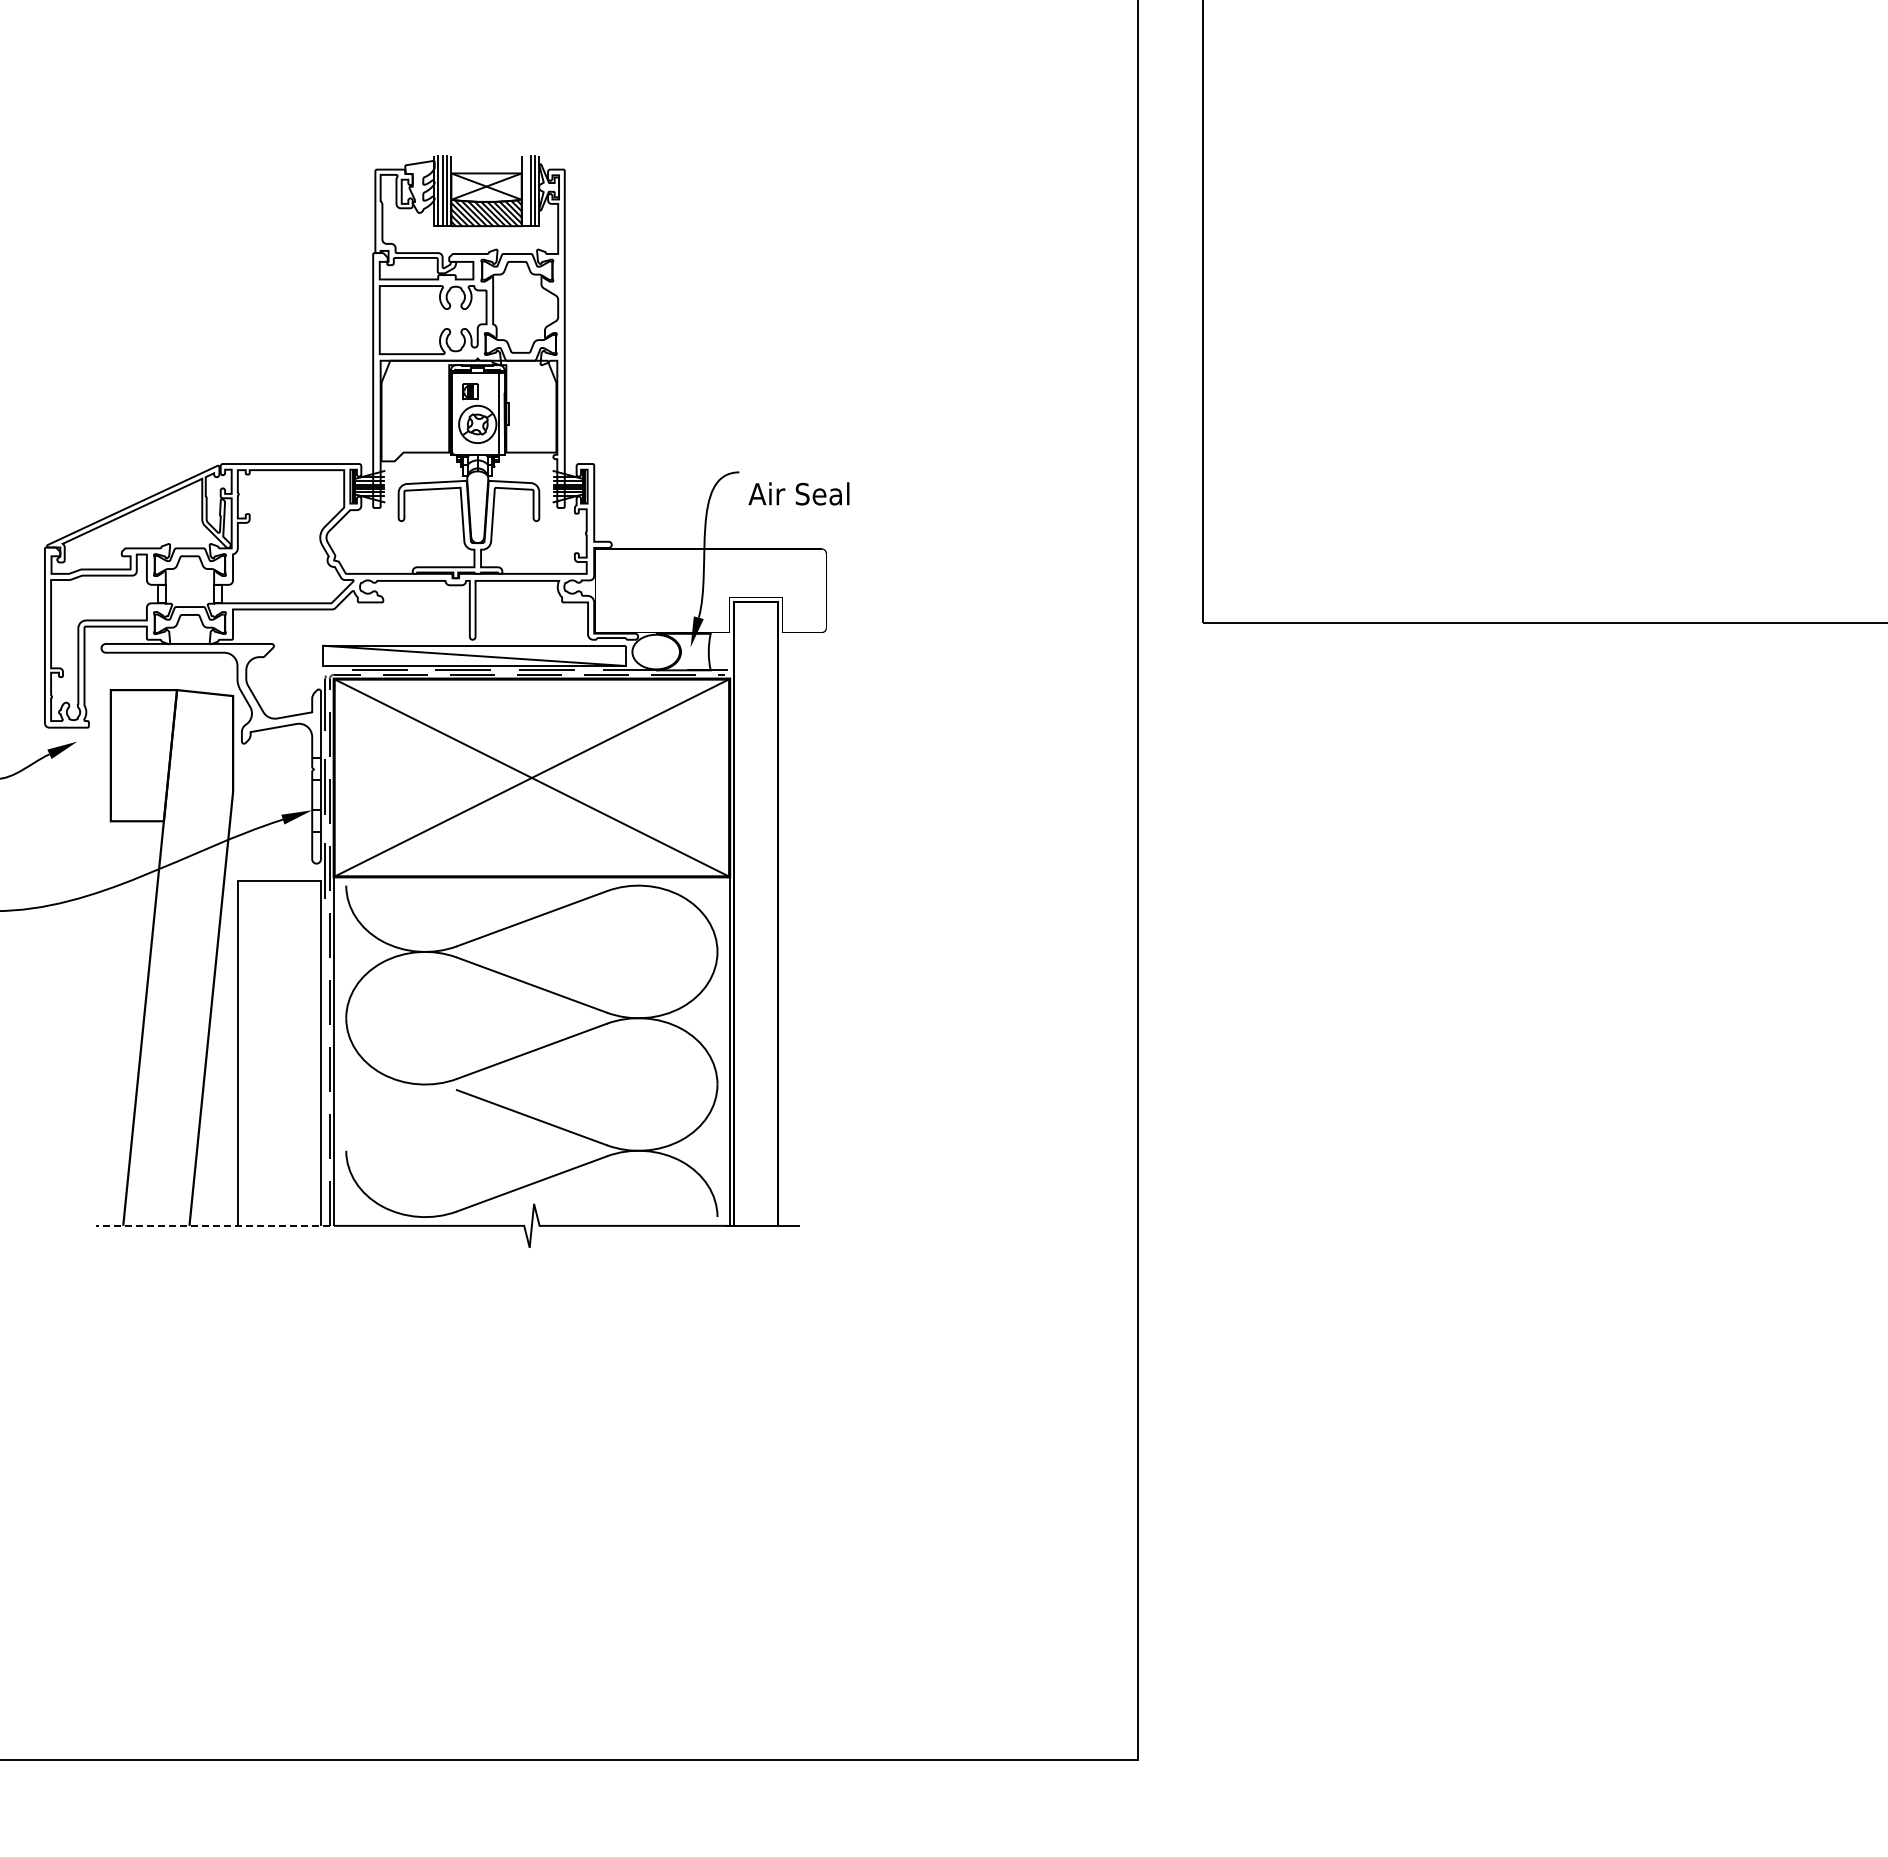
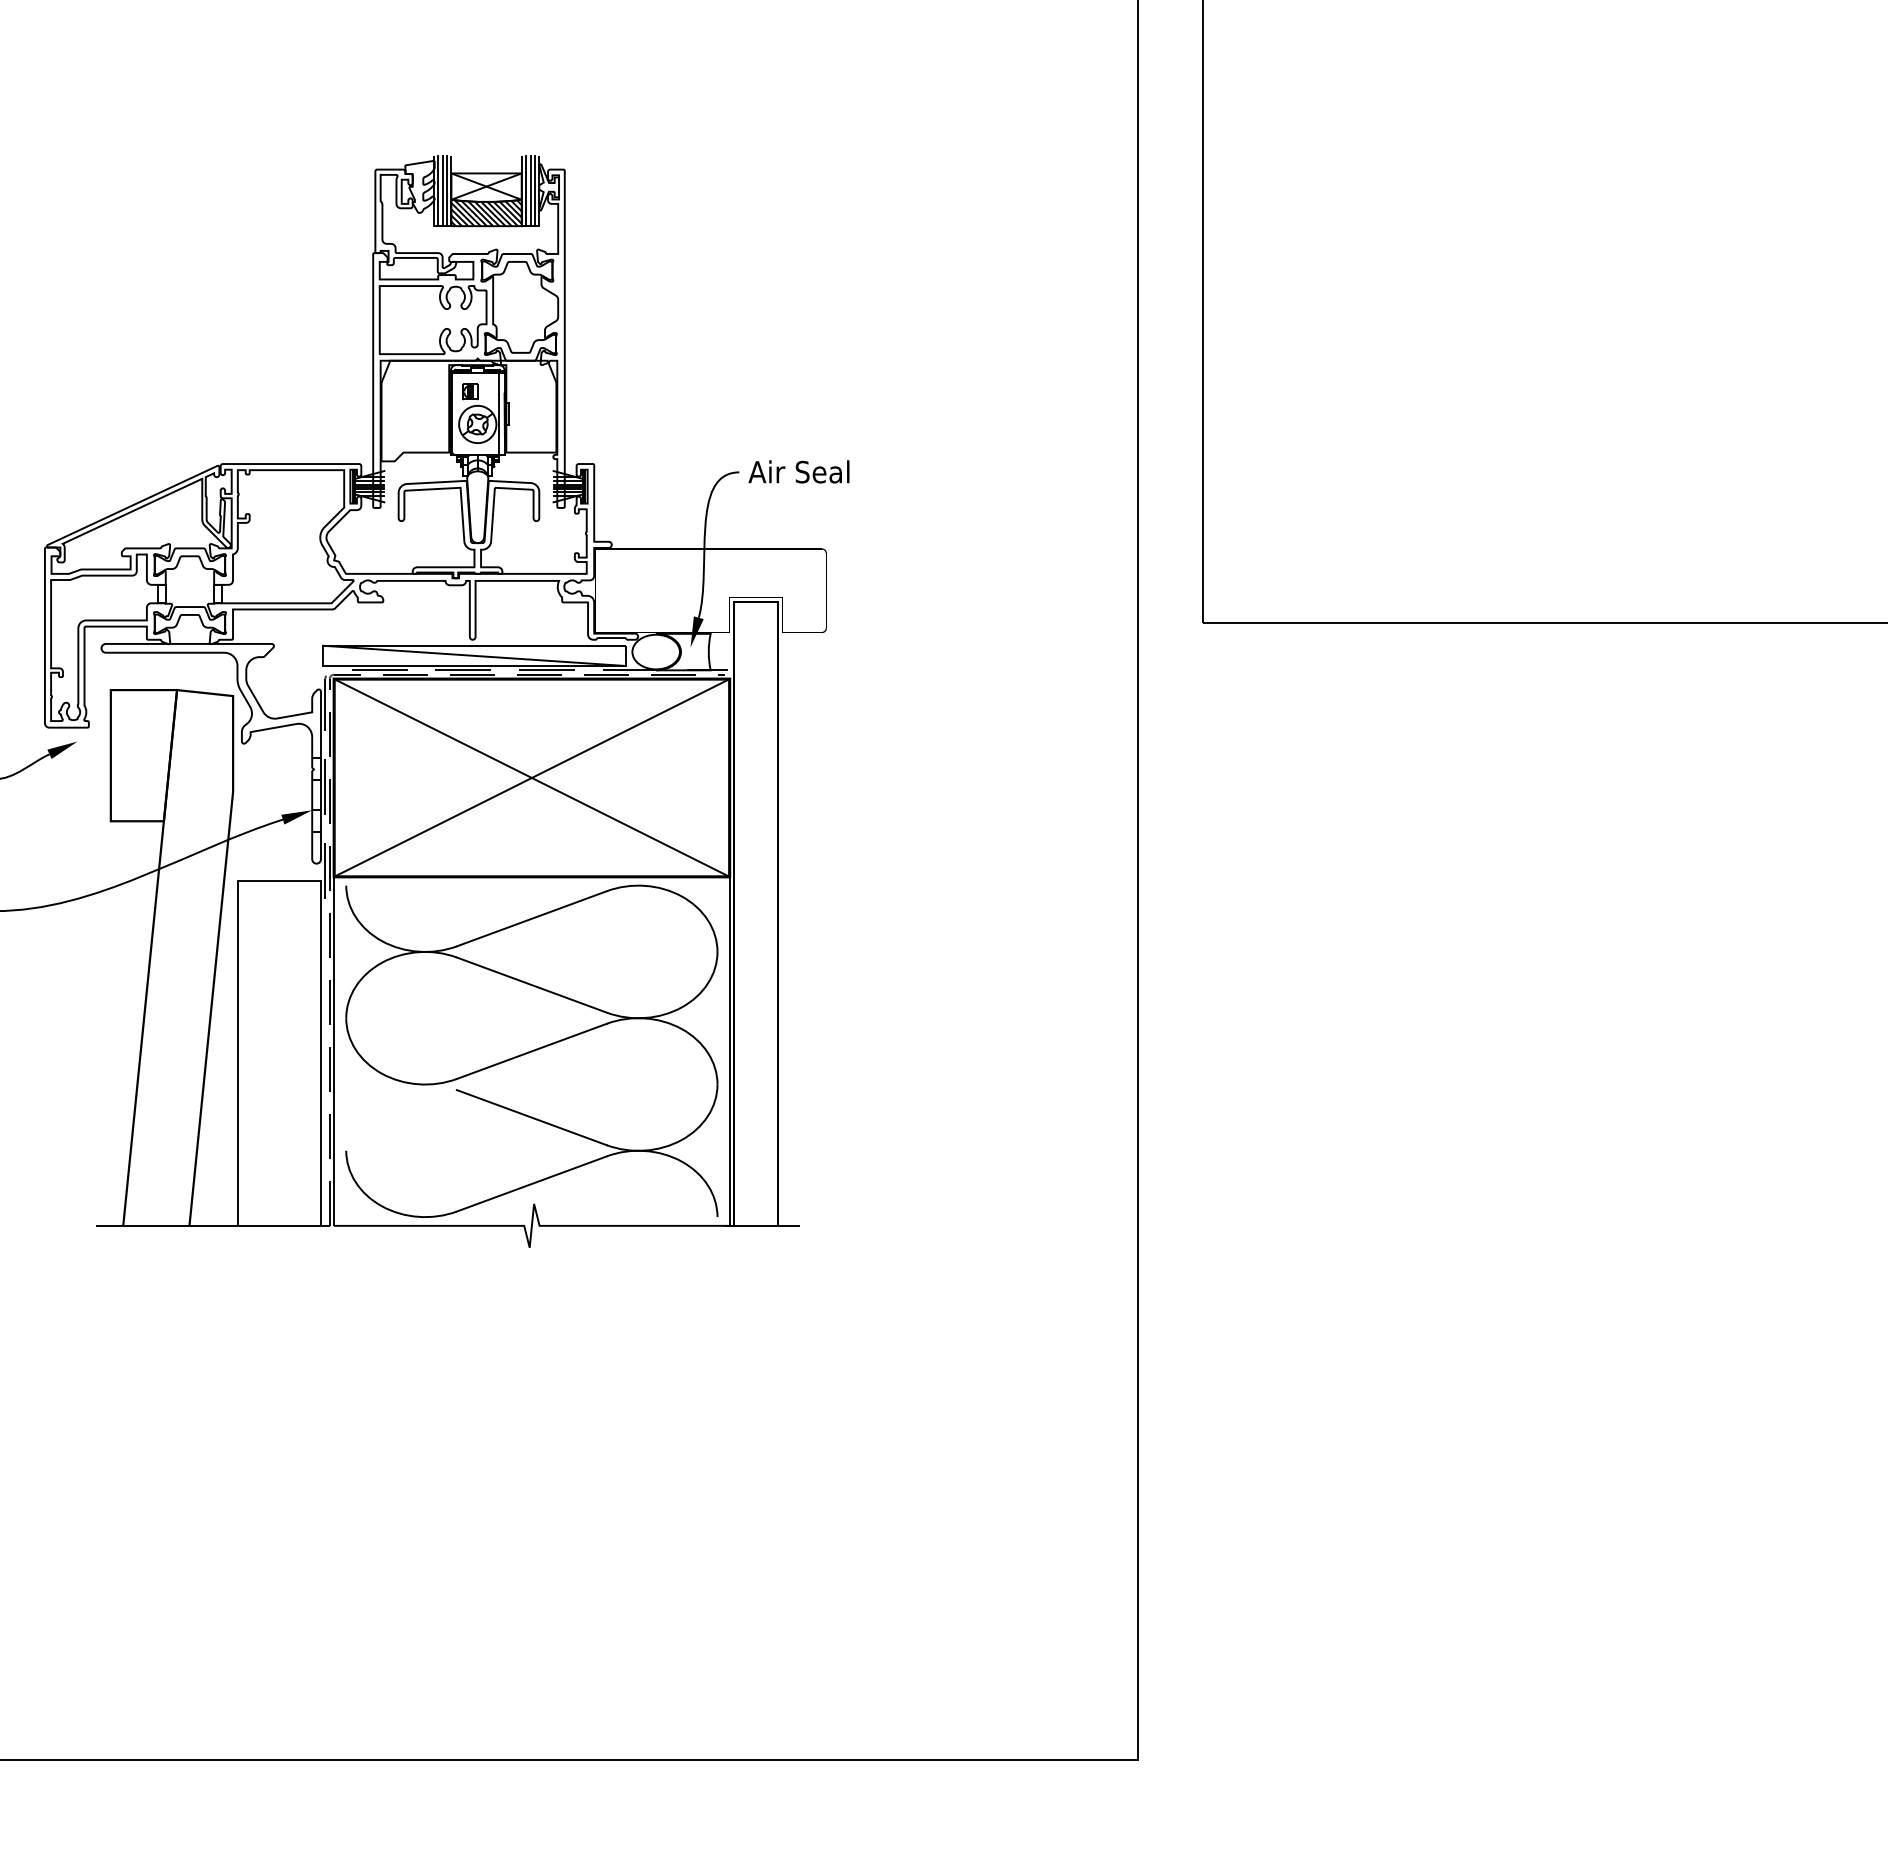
line at (526, 190): none -> present
text at (798, 493) position: (798, 493) -> (798, 471)
line at (212, 1225): dashed -> solid
